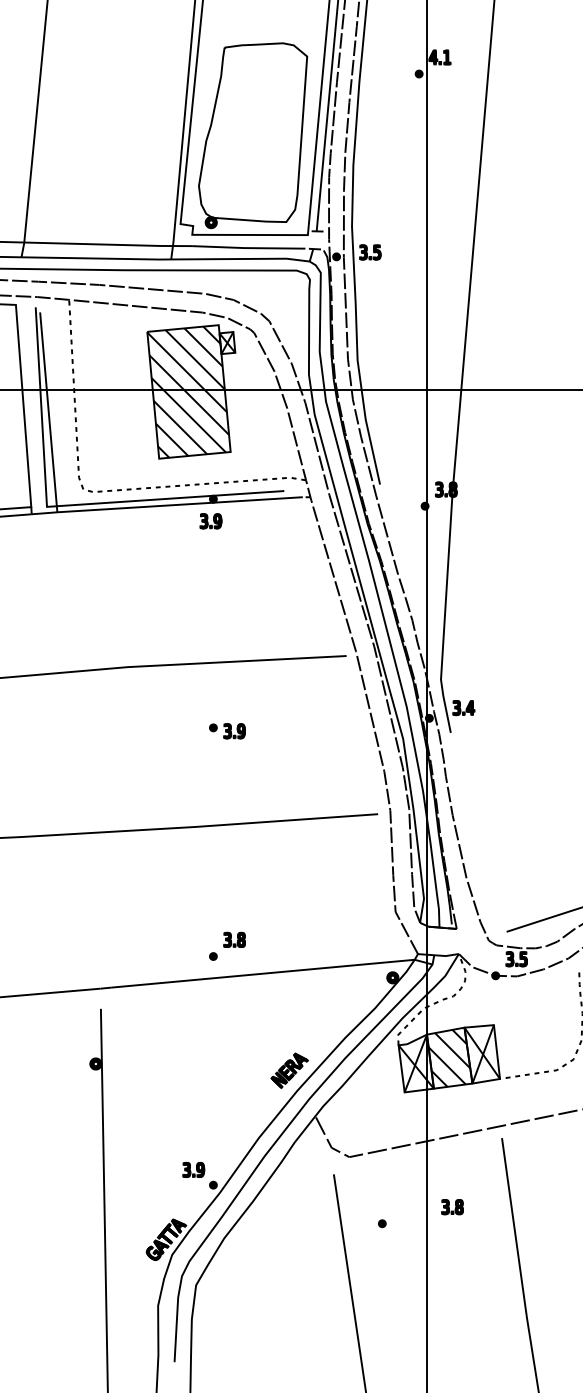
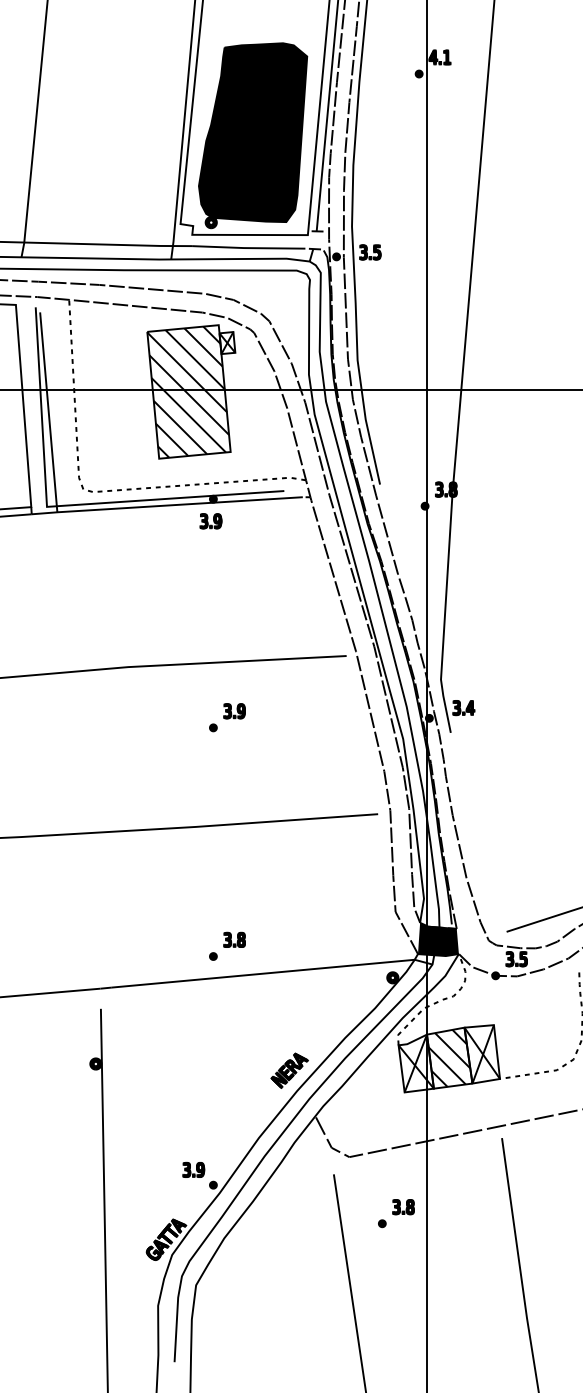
fill at (252, 132): none -> present
text at (234, 731) position: (234, 731) -> (234, 711)
fill at (437, 939): none -> present
text at (452, 1207) position: (452, 1207) -> (403, 1207)
